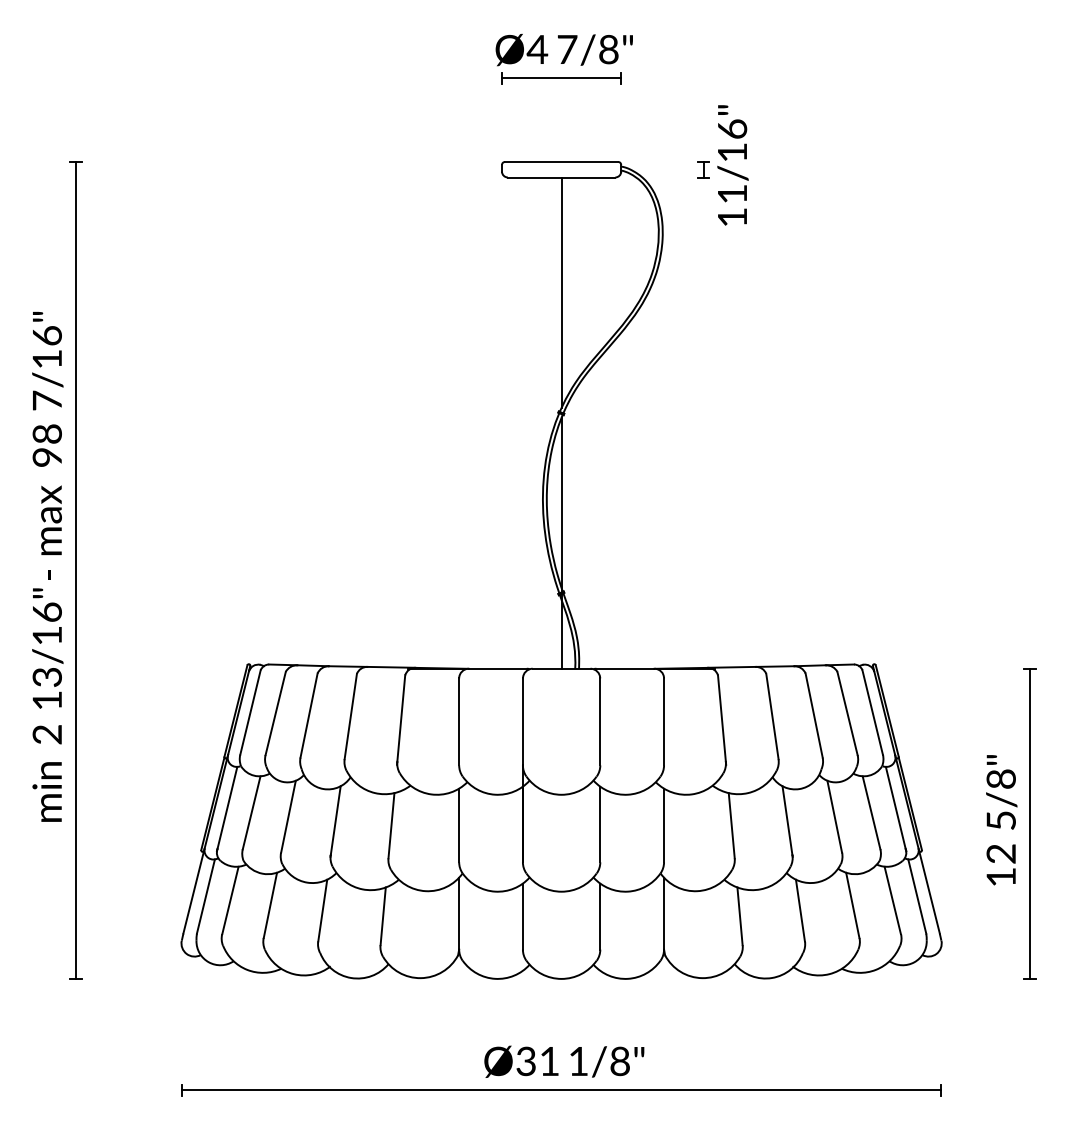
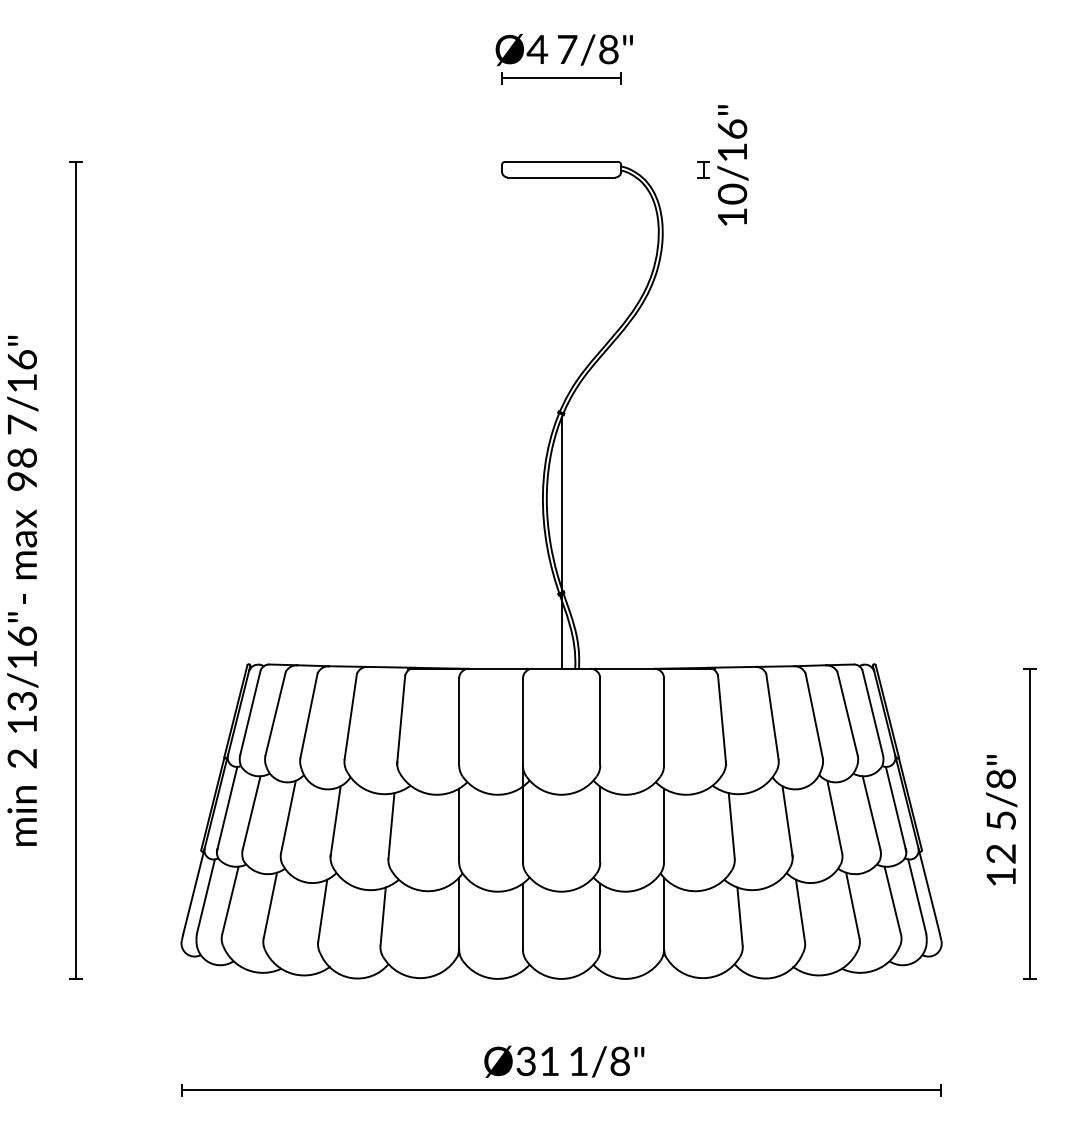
text at (732, 193): 11/16" -> 10/16"
line at (561, 292): present -> none
text at (47, 566) position: (47, 566) -> (22, 590)
